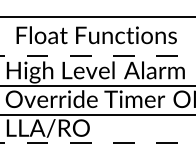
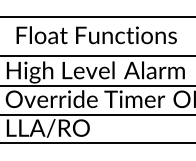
line at (97, 55): dashed -> solid
line at (97, 143): dashed -> solid
